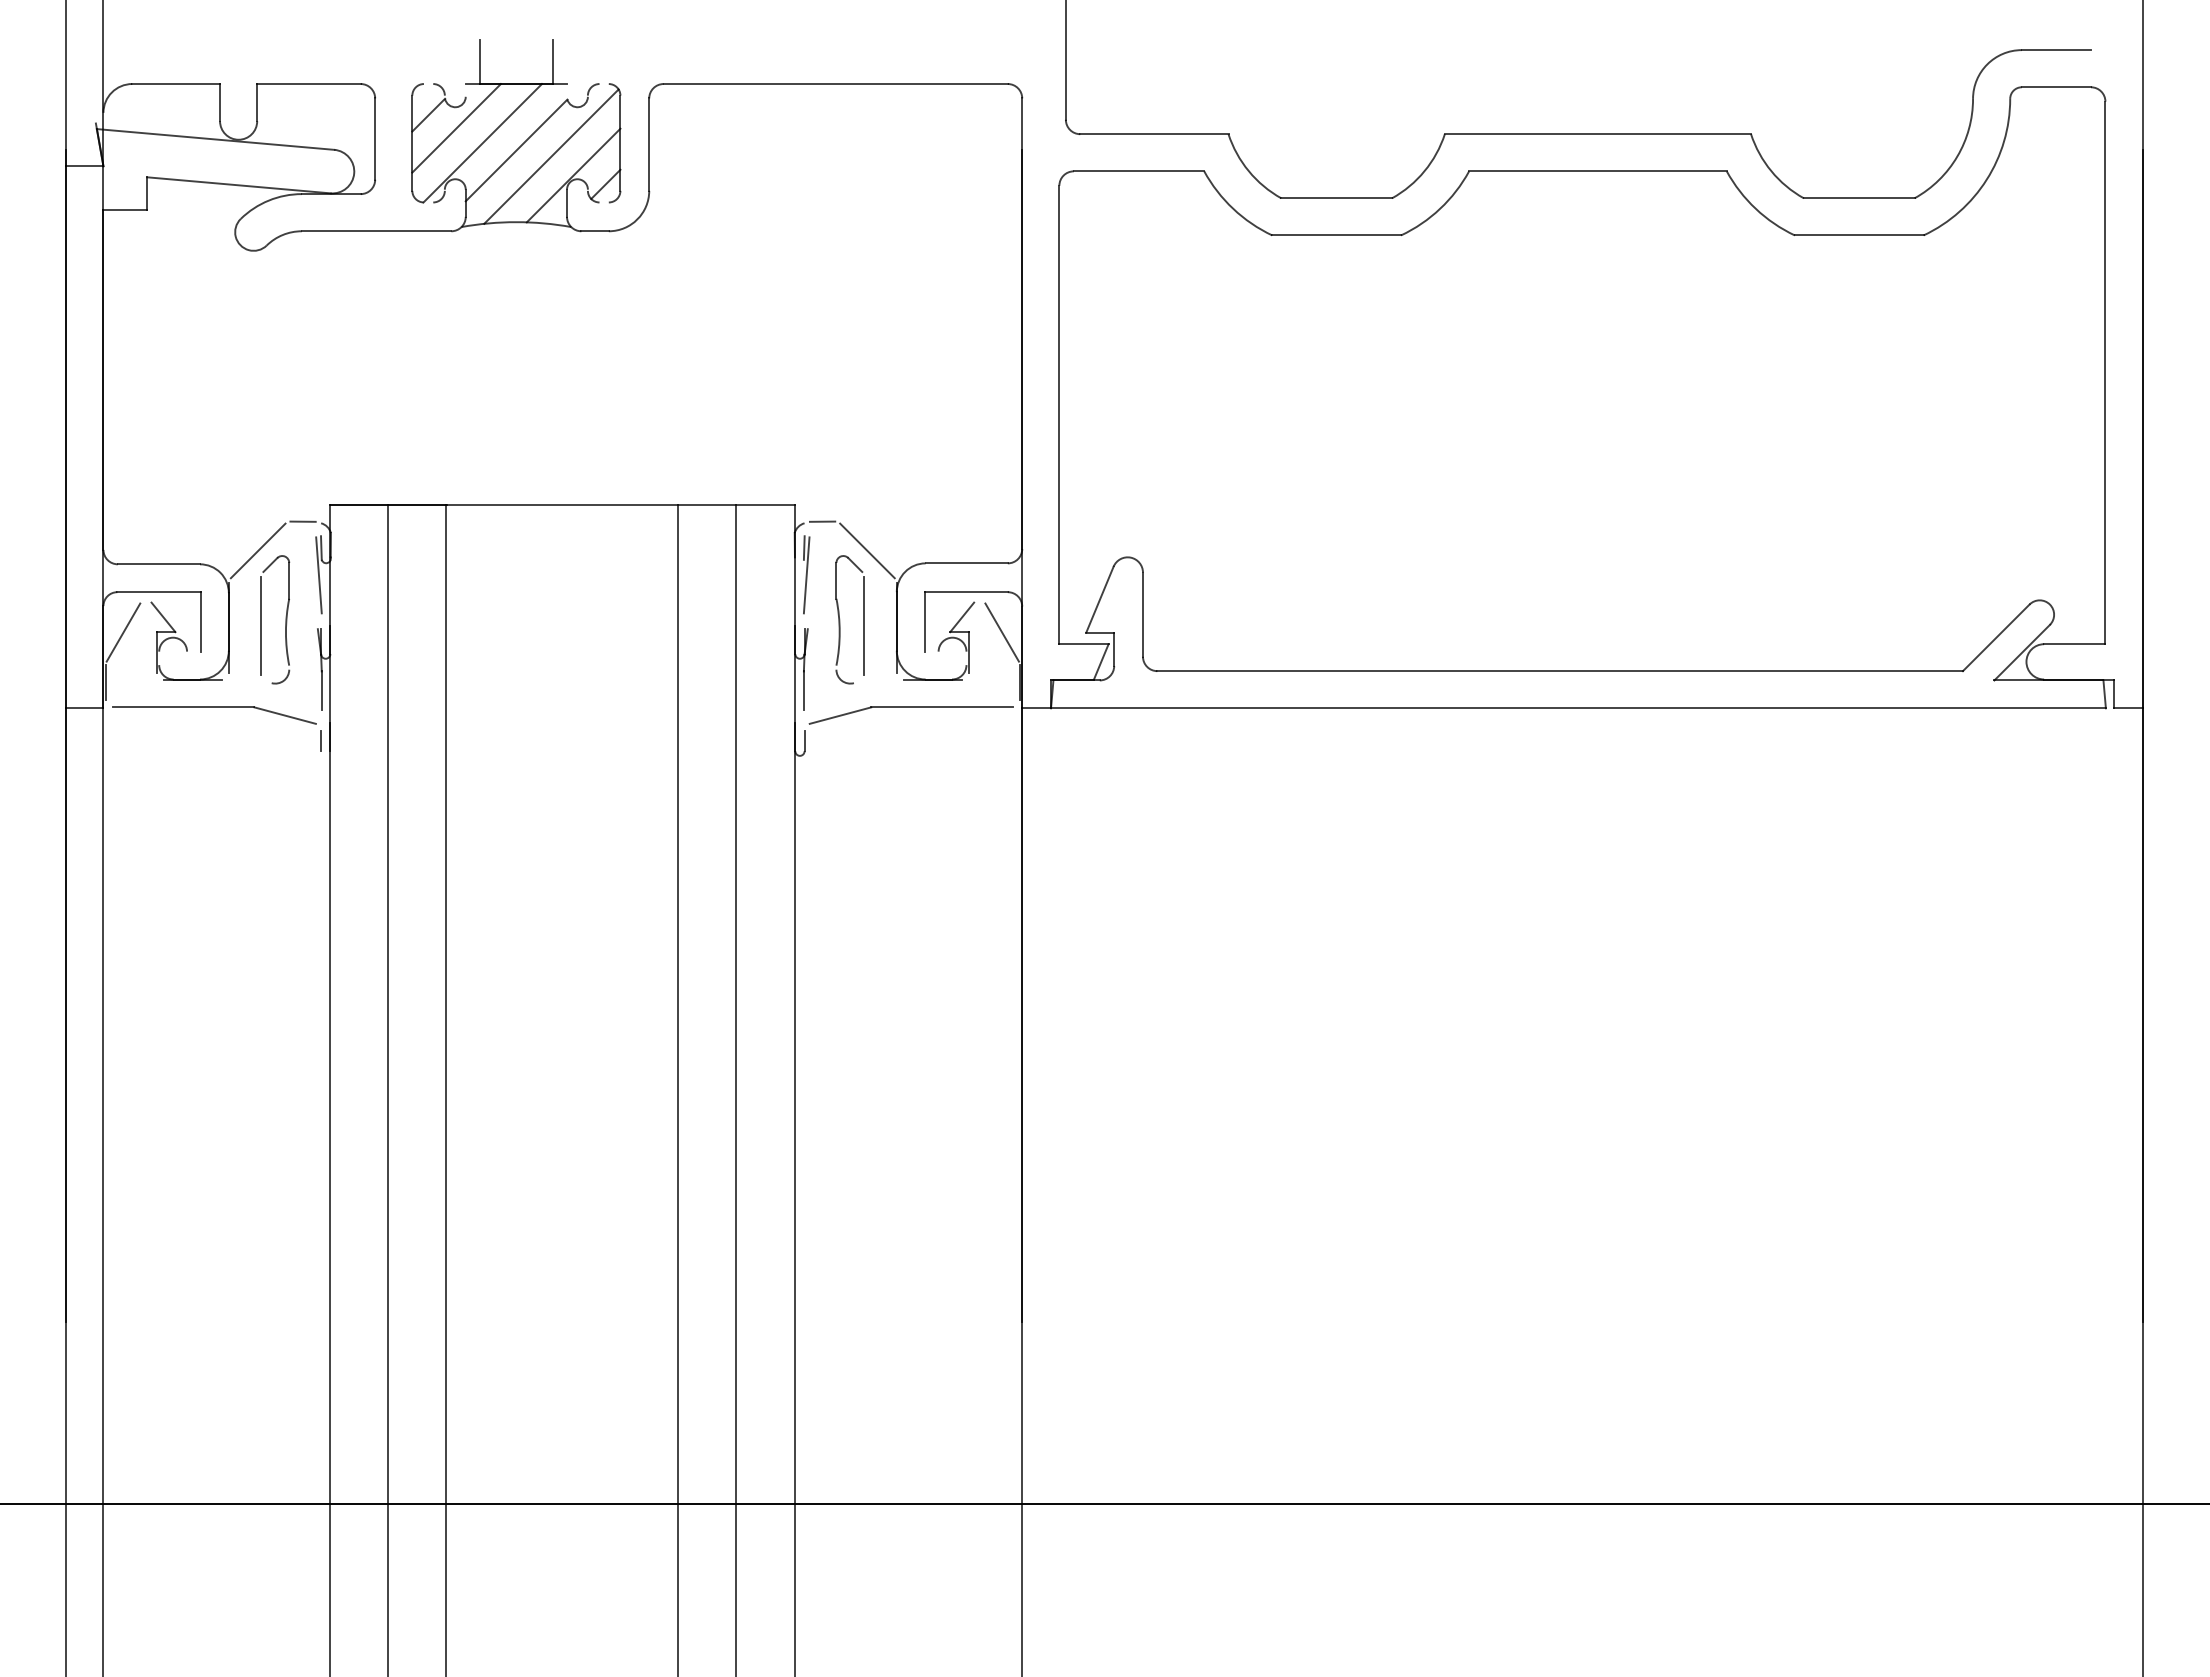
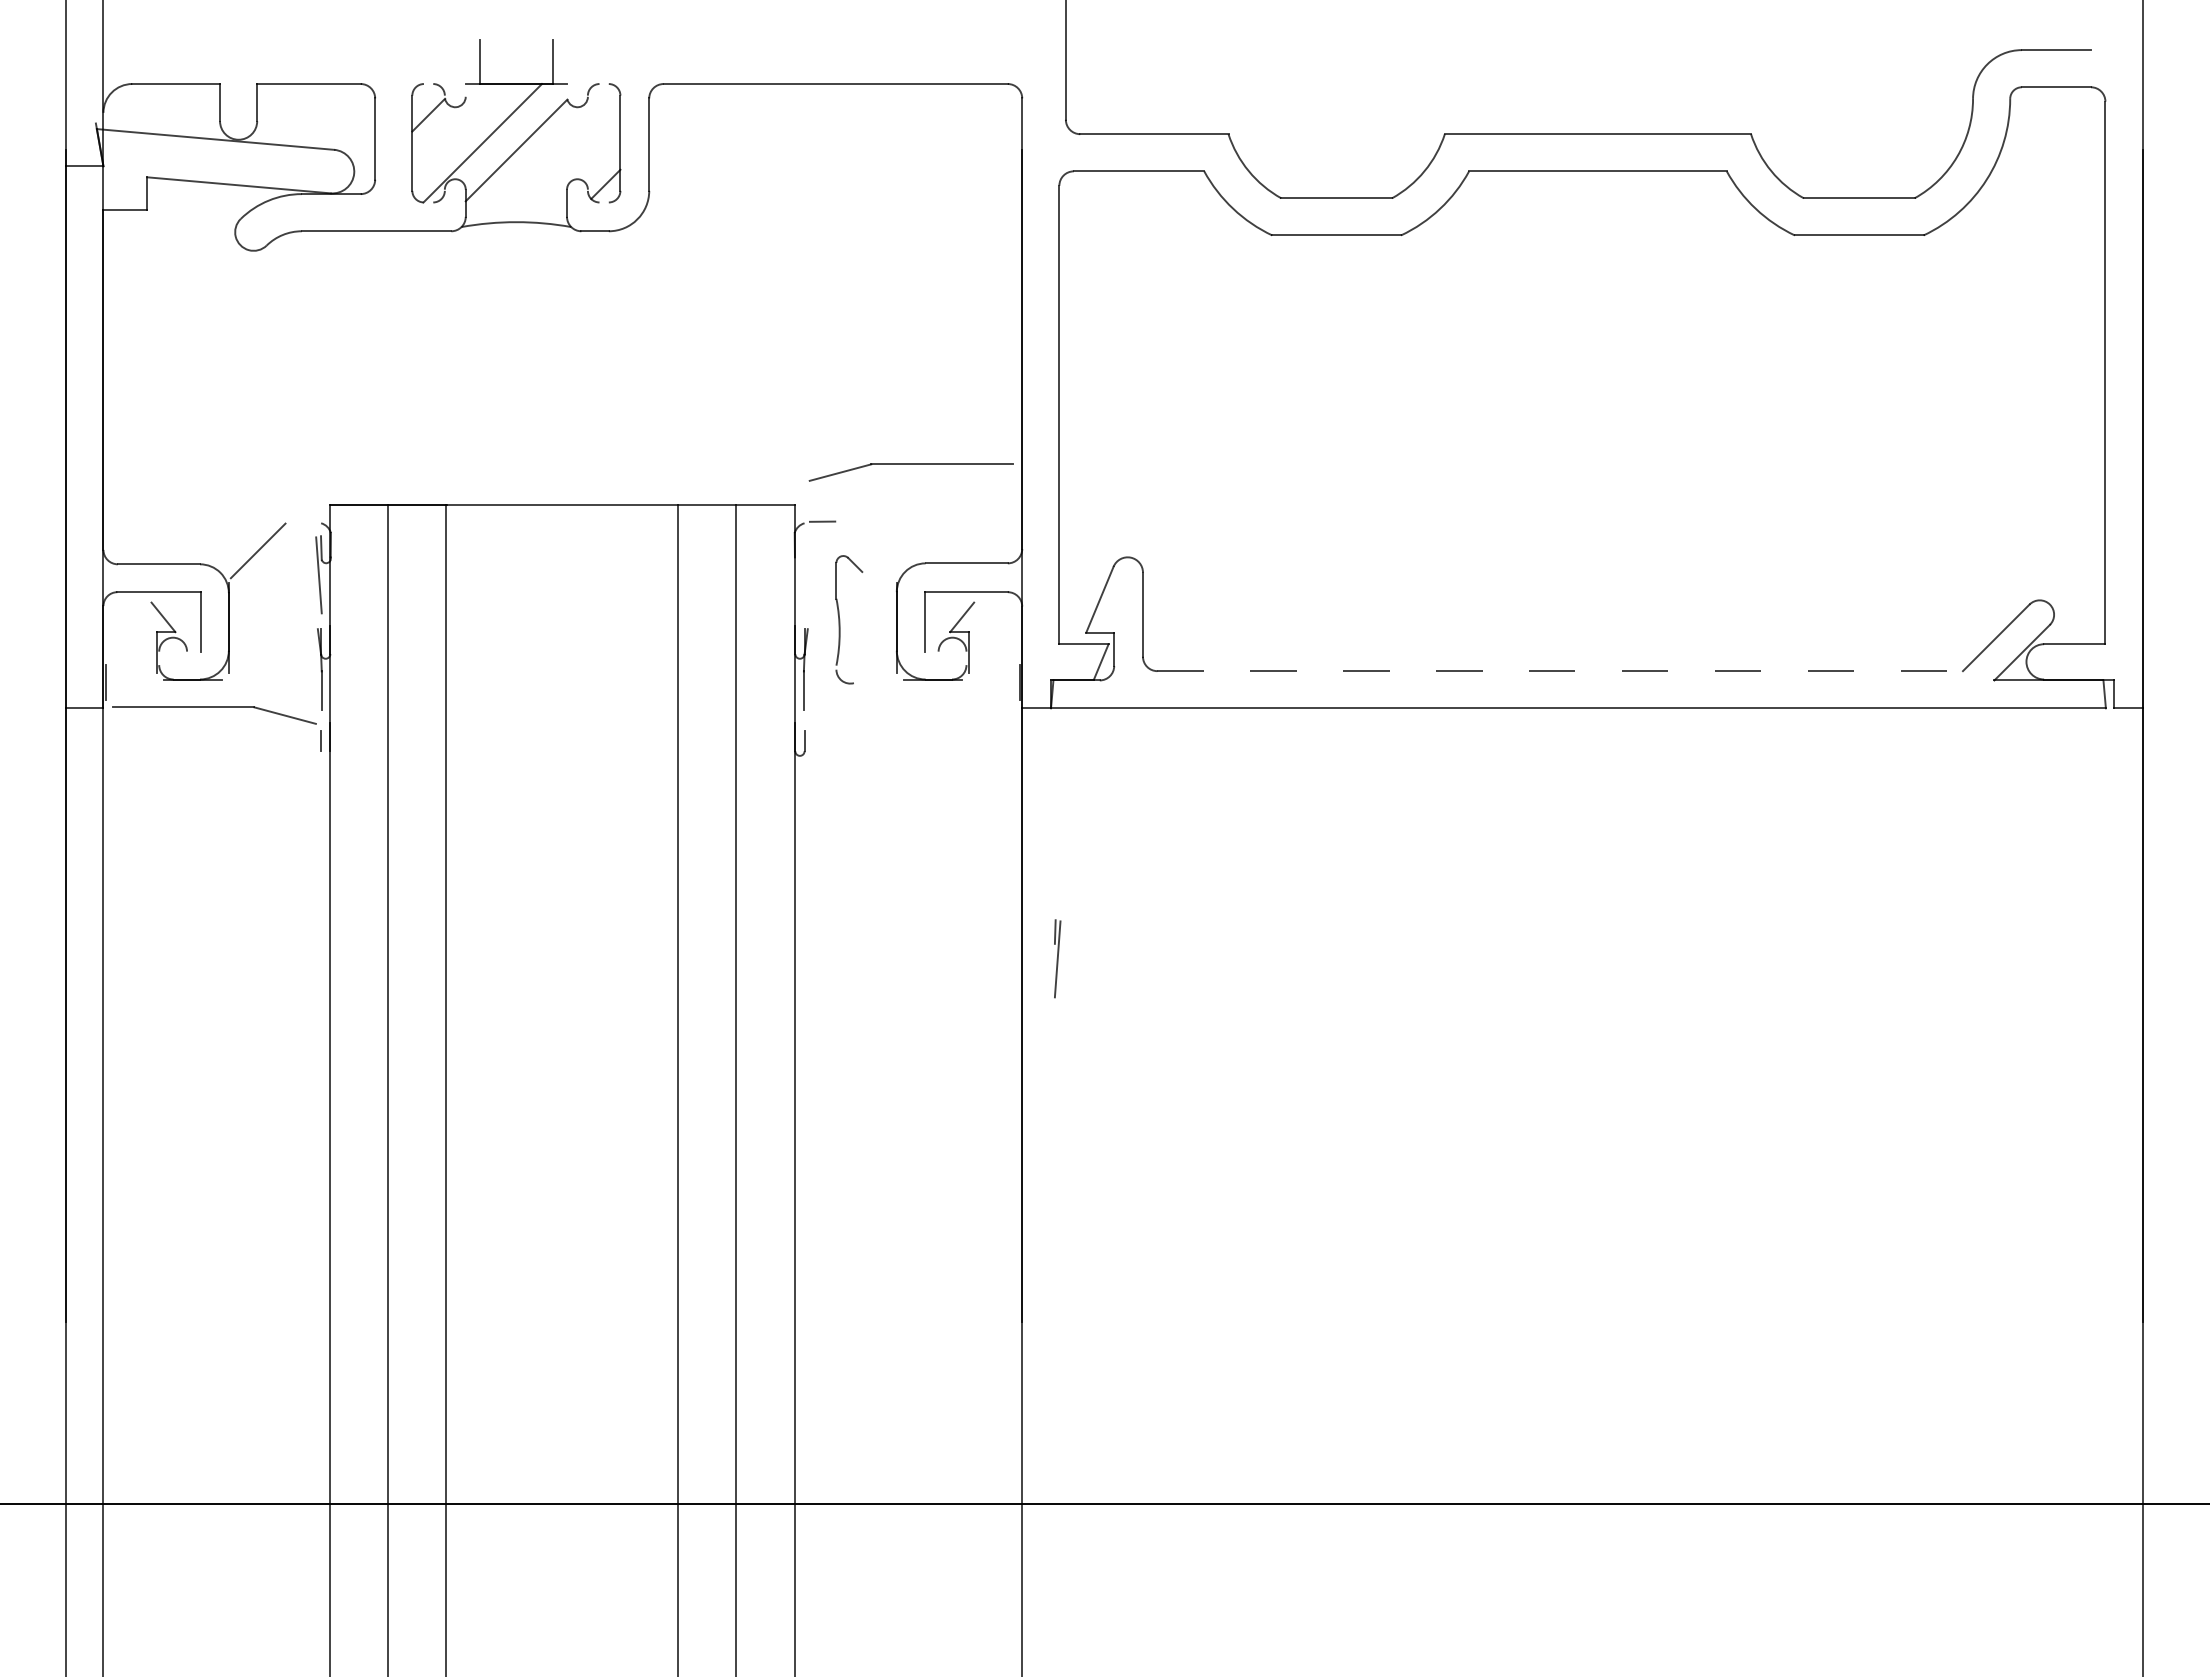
line at (456, 128): present -> none
line at (551, 156): present -> none
line at (573, 175): present -> none
line at (302, 521): present -> none
line at (867, 550): present -> none
part at (806, 574) position: (806, 574) -> (1057, 958)
part at (285, 619): present -> none
line at (864, 625): present -> none
line at (123, 632): present -> none
line at (1001, 632): present -> none
line at (1560, 671): solid -> dashed
part at (910, 707) position: (910, 707) -> (910, 464)
